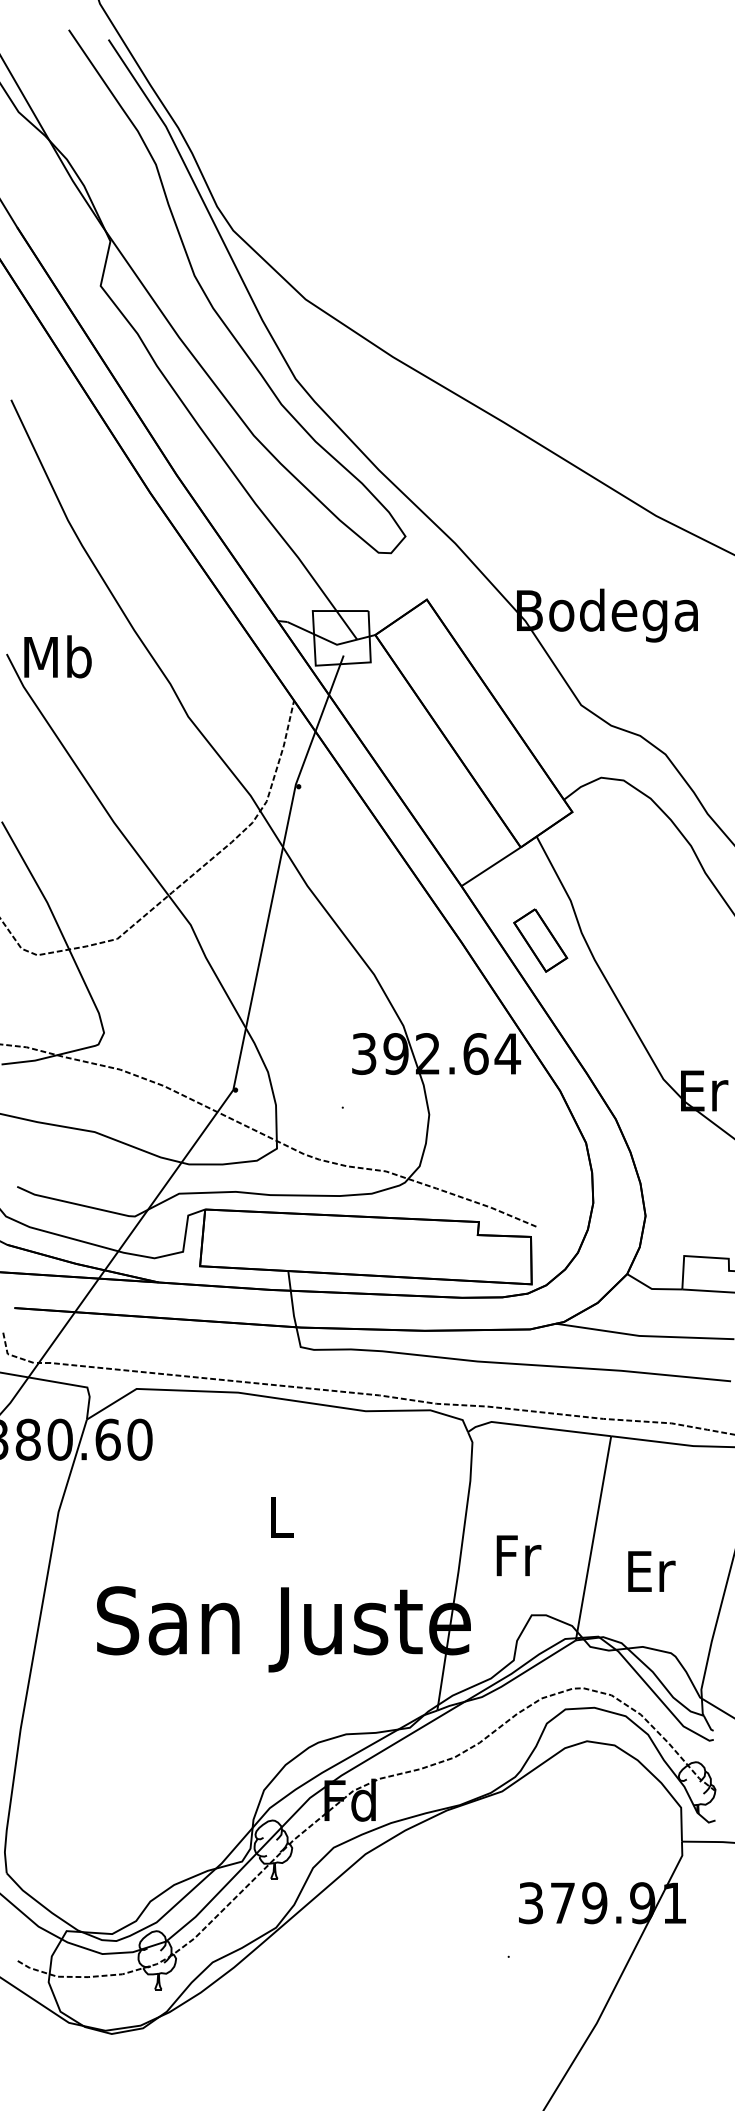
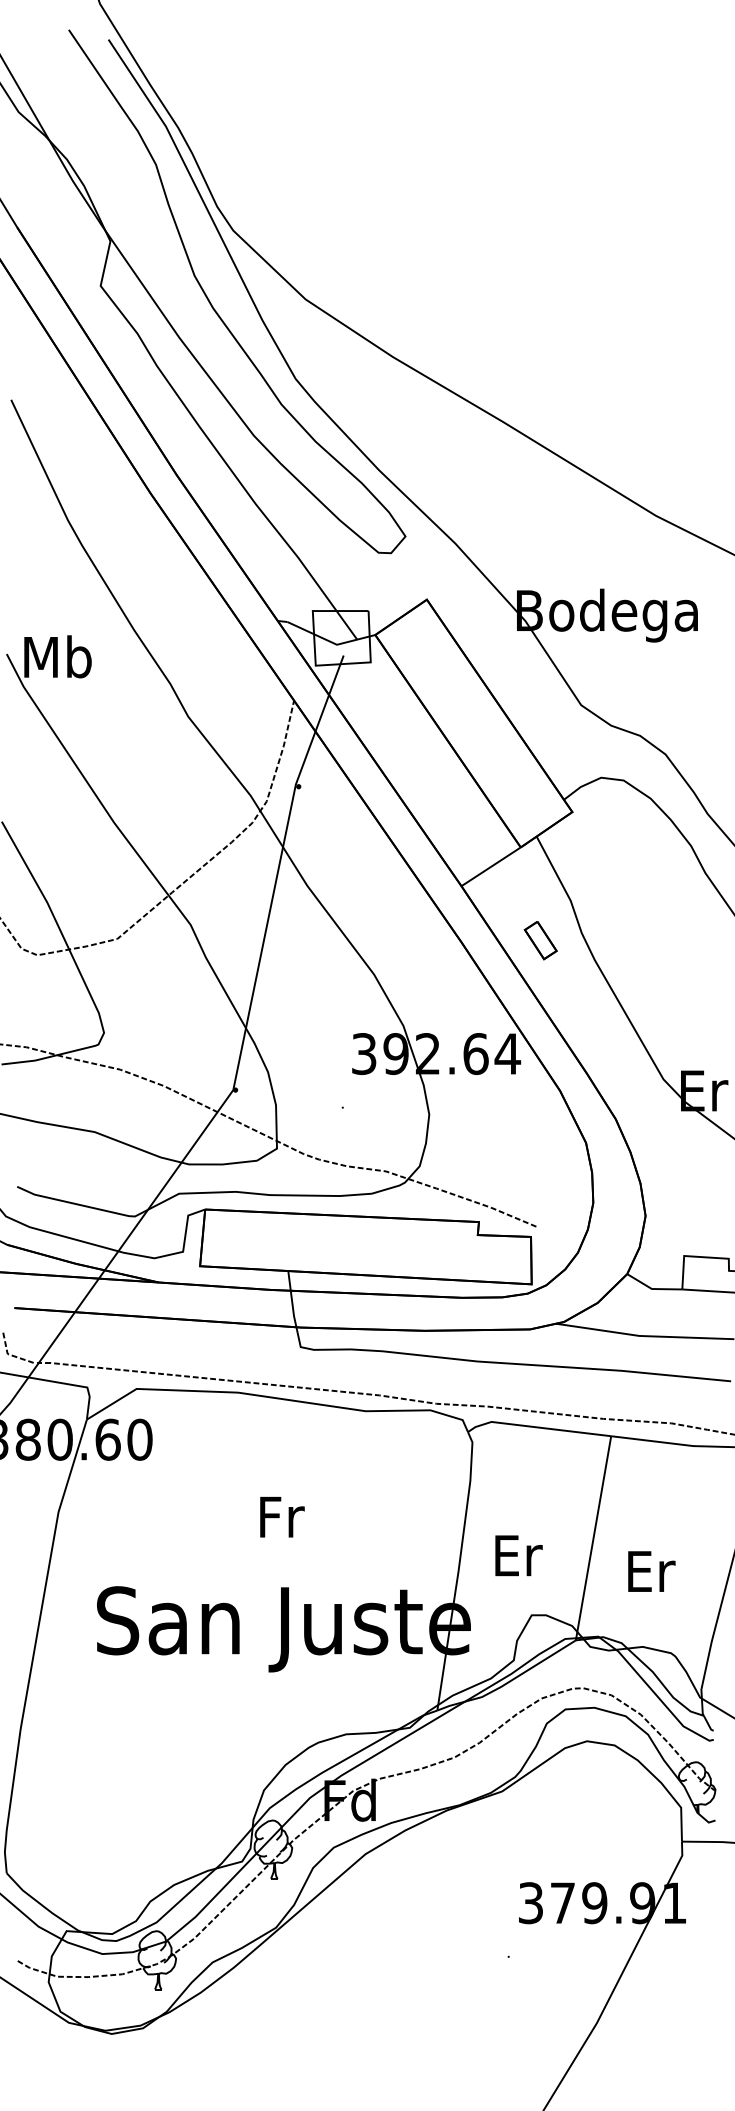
part at (540, 940) size: 56x65 px -> 35x40 px
text at (282, 1516): L -> Fr
text at (518, 1555): Fr -> Er
